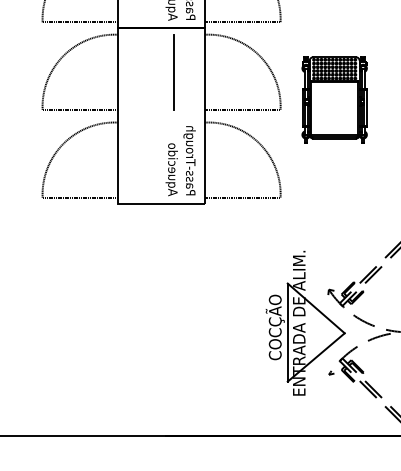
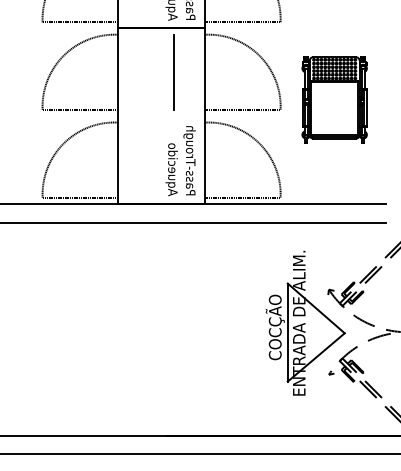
line at (193, 203): none -> present
line at (193, 222): none -> present
line at (199, 454): none -> present
